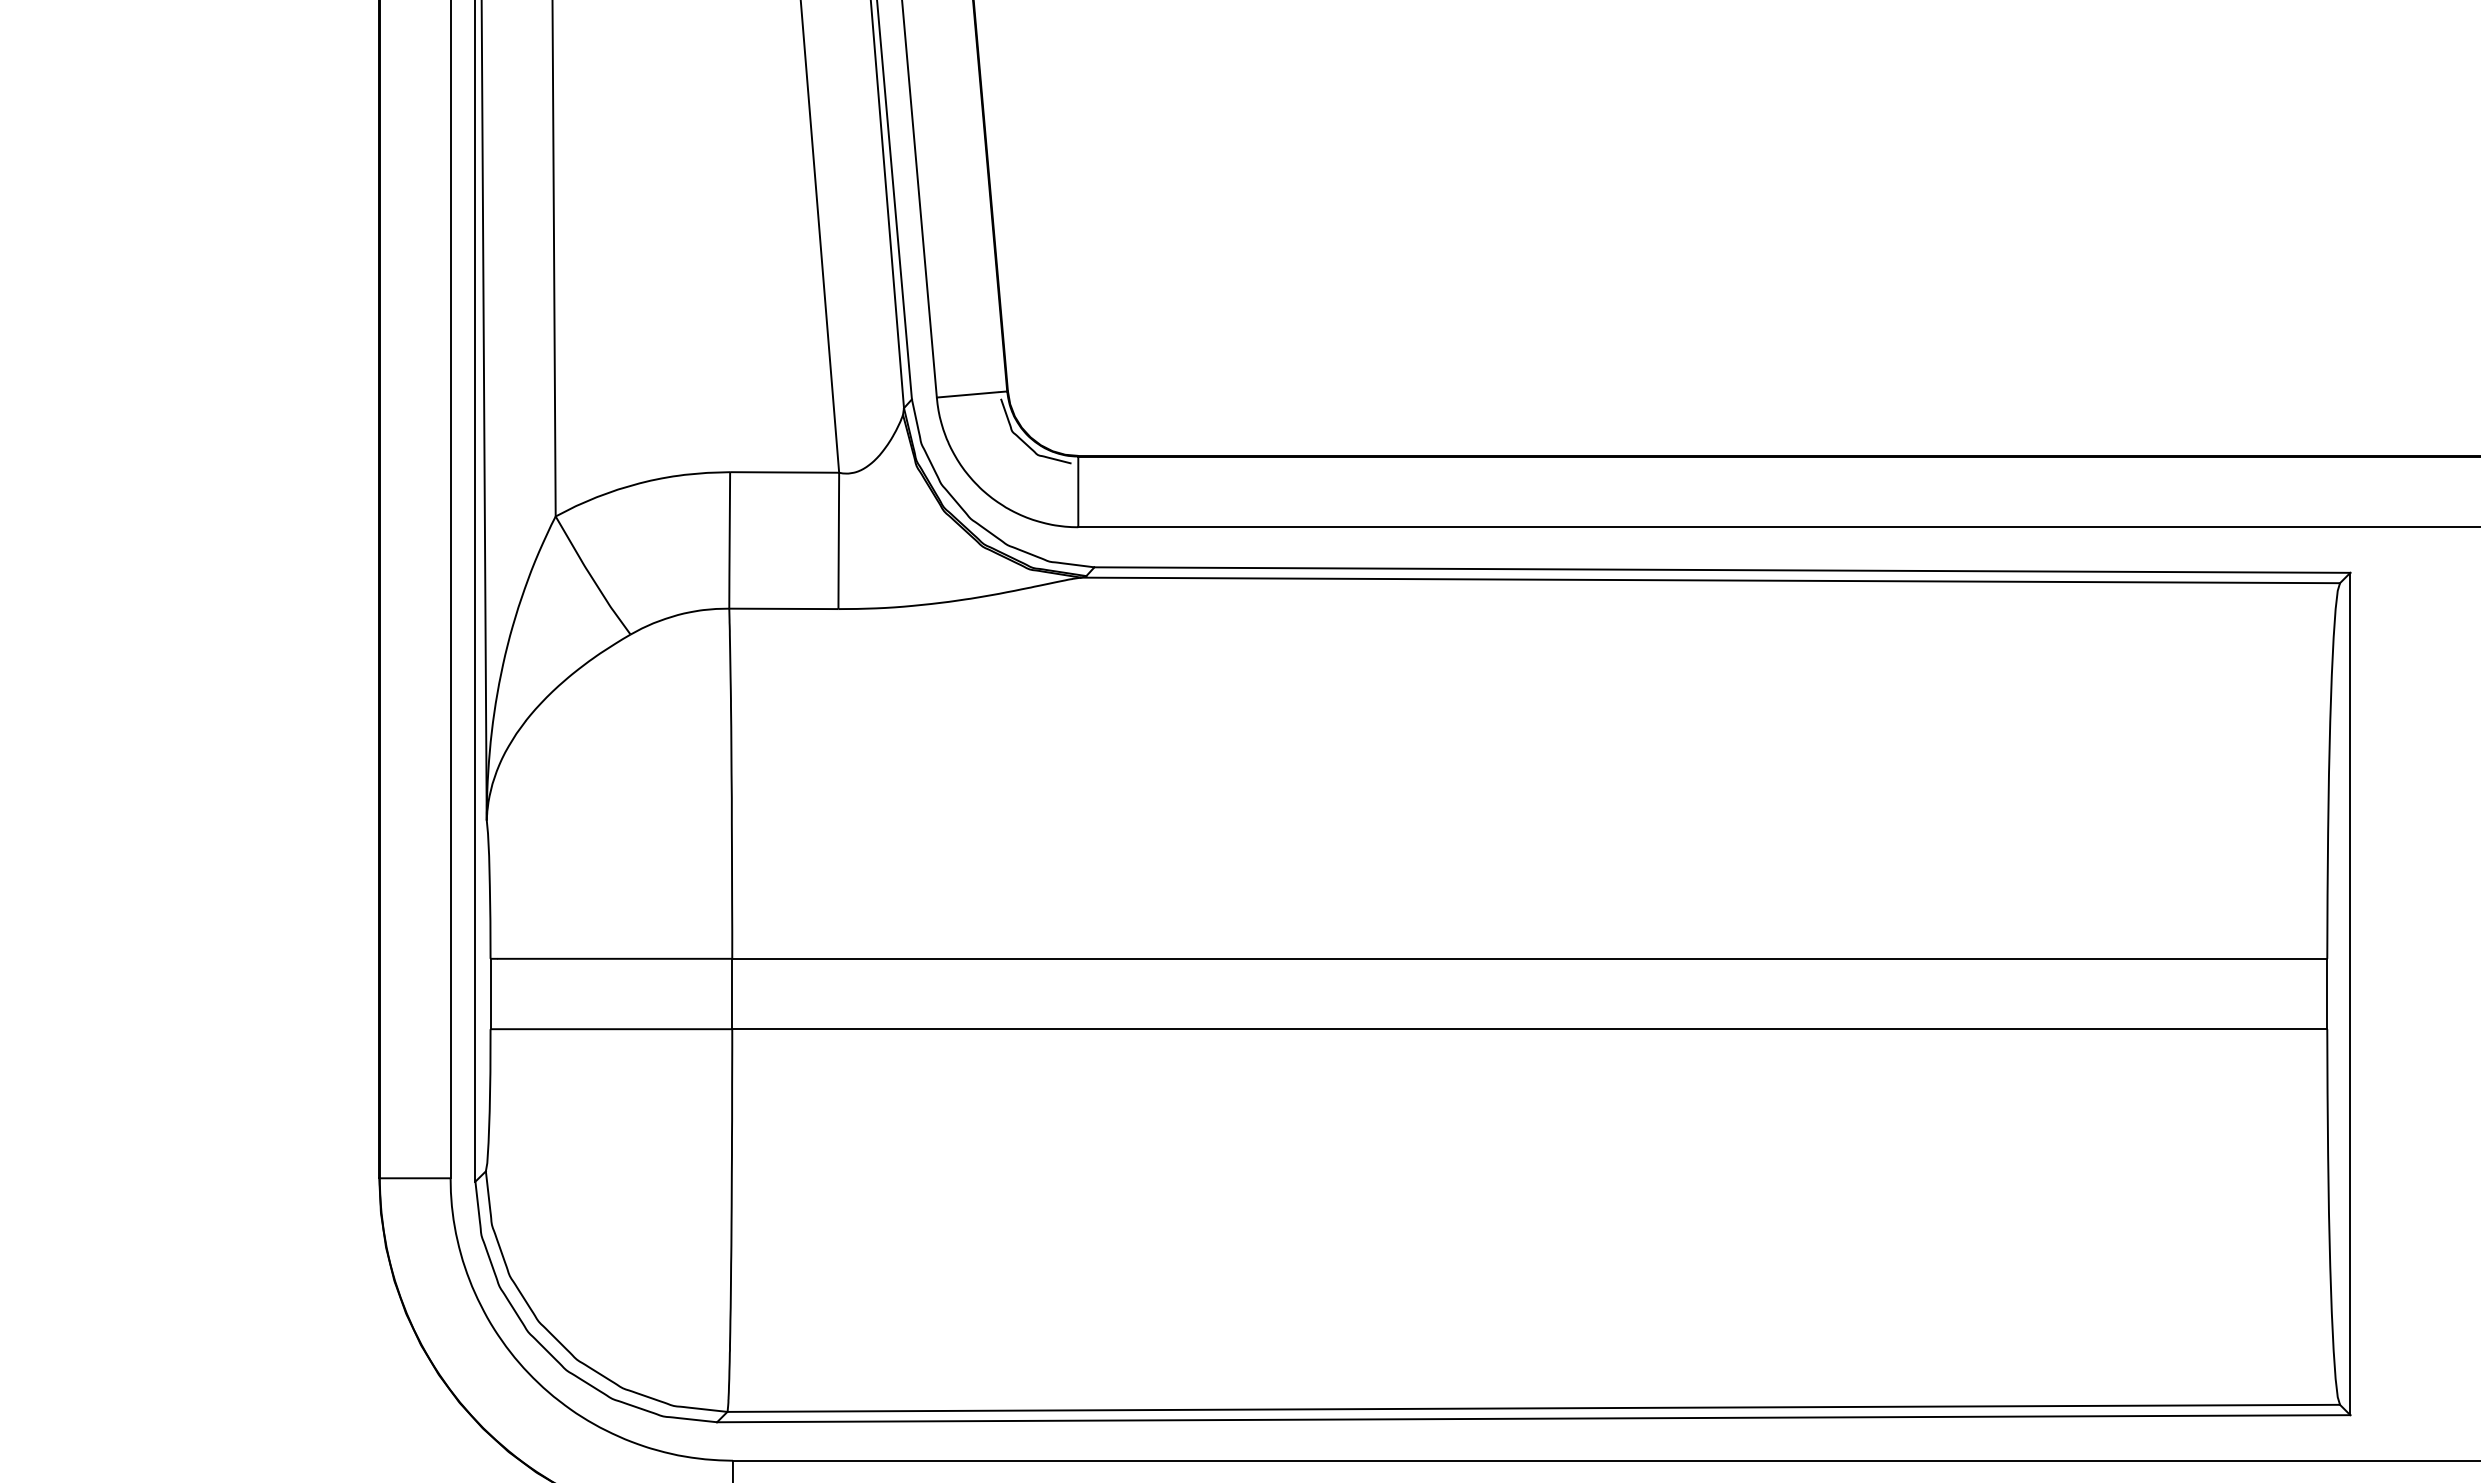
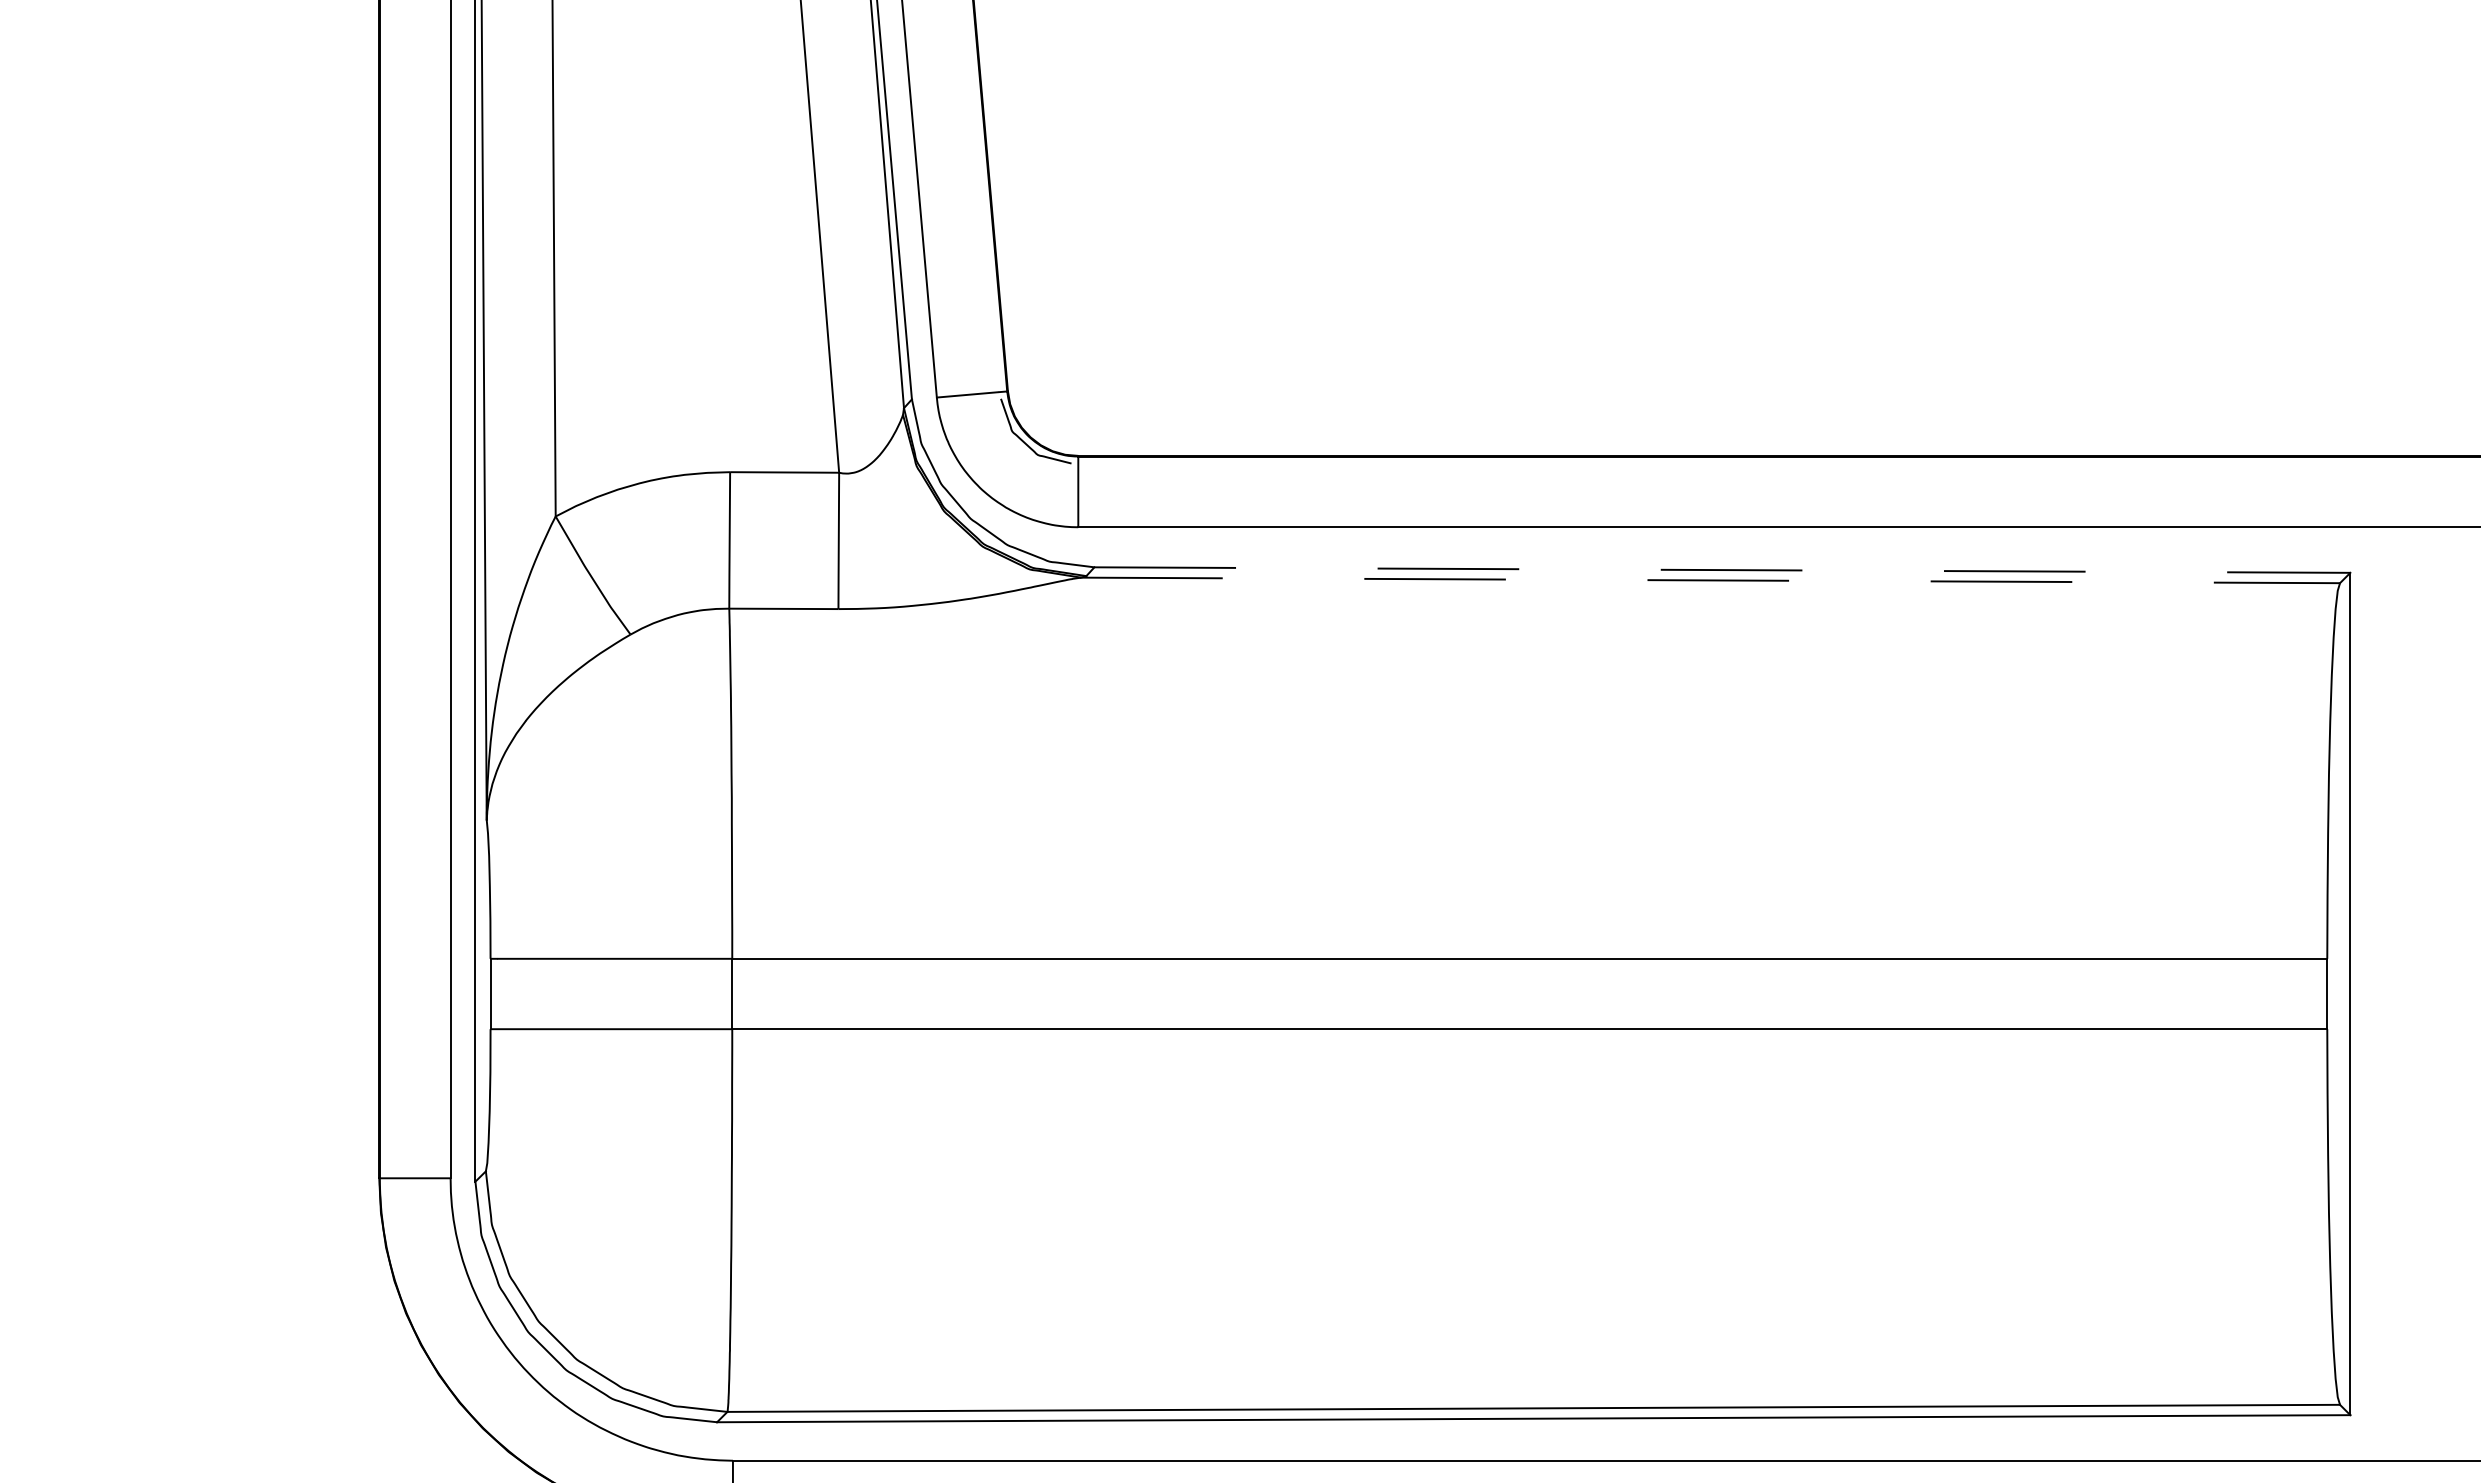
line at (1722, 570): solid -> dashed
line at (1711, 580): solid -> dashed
